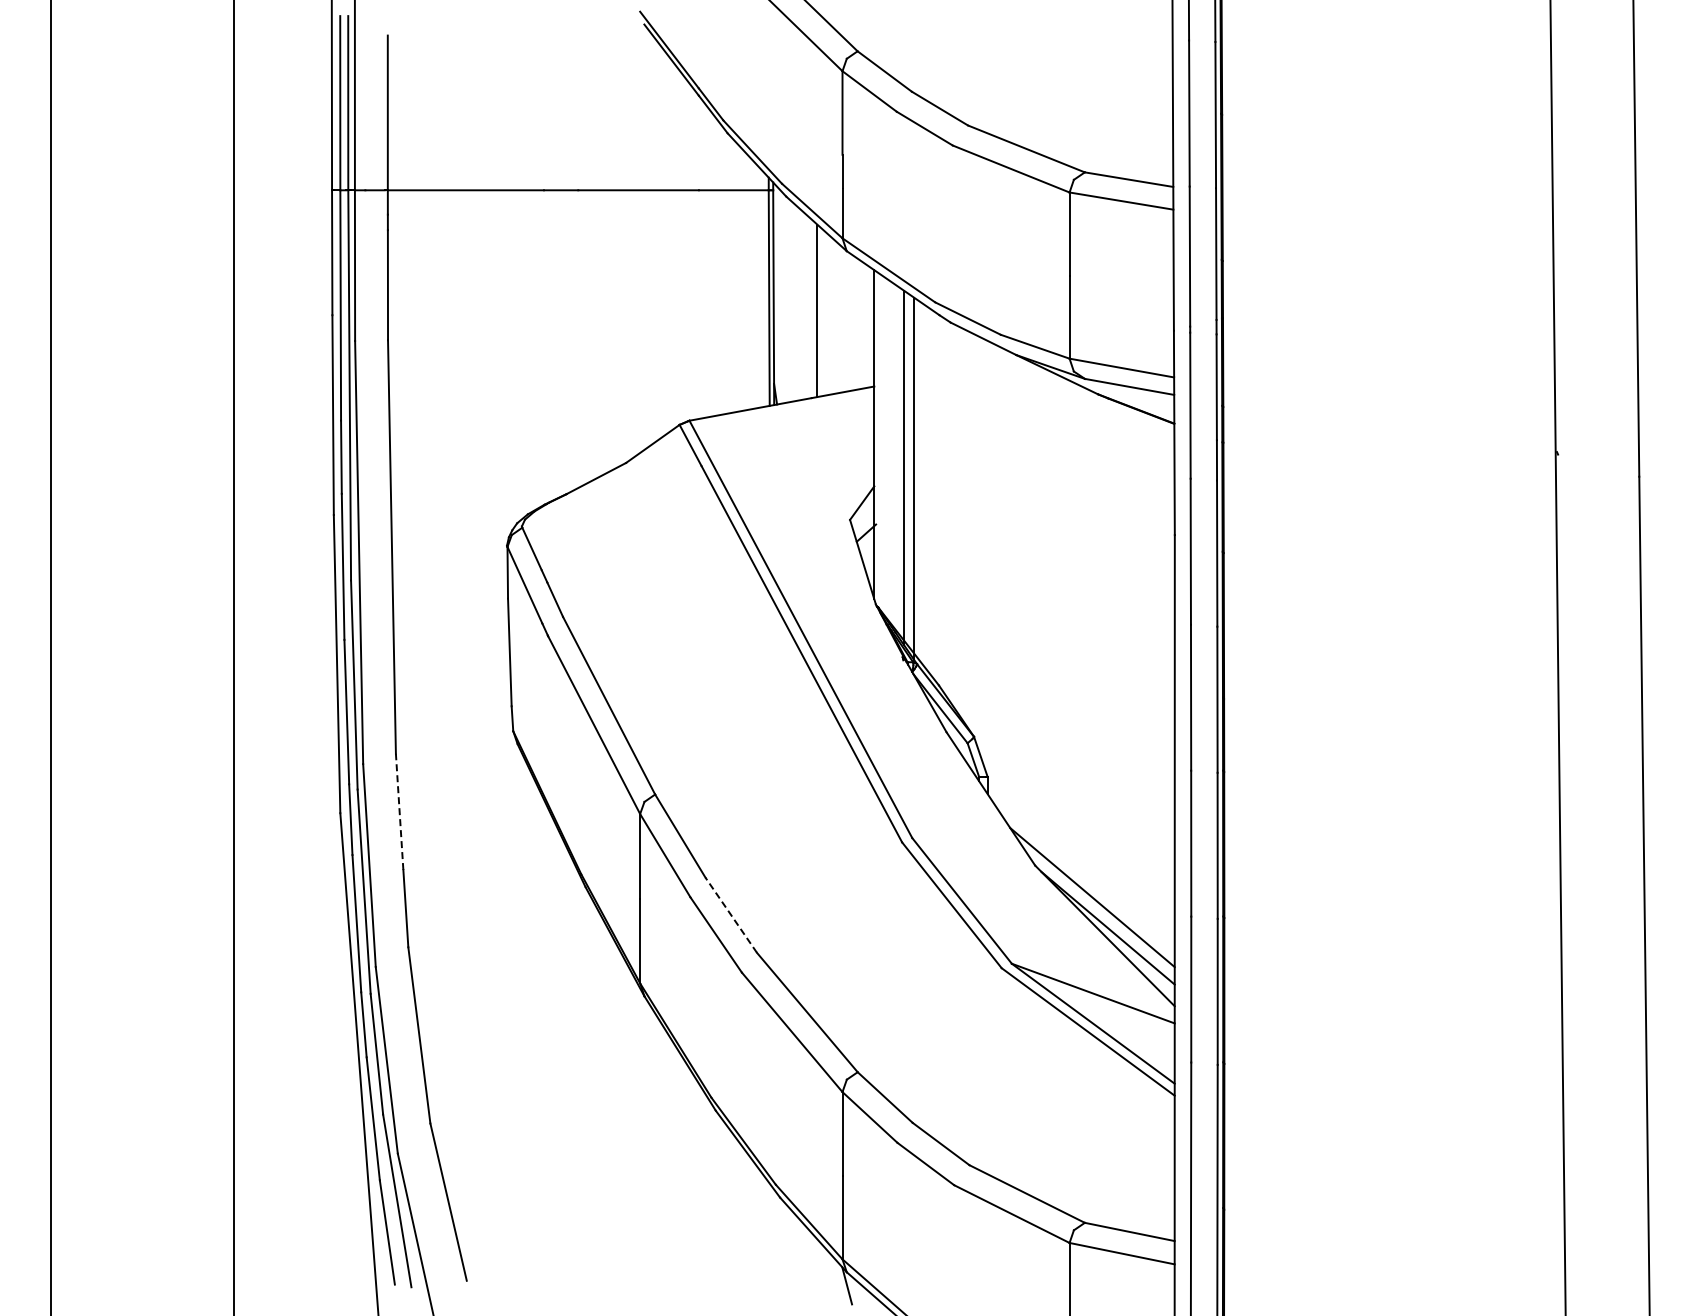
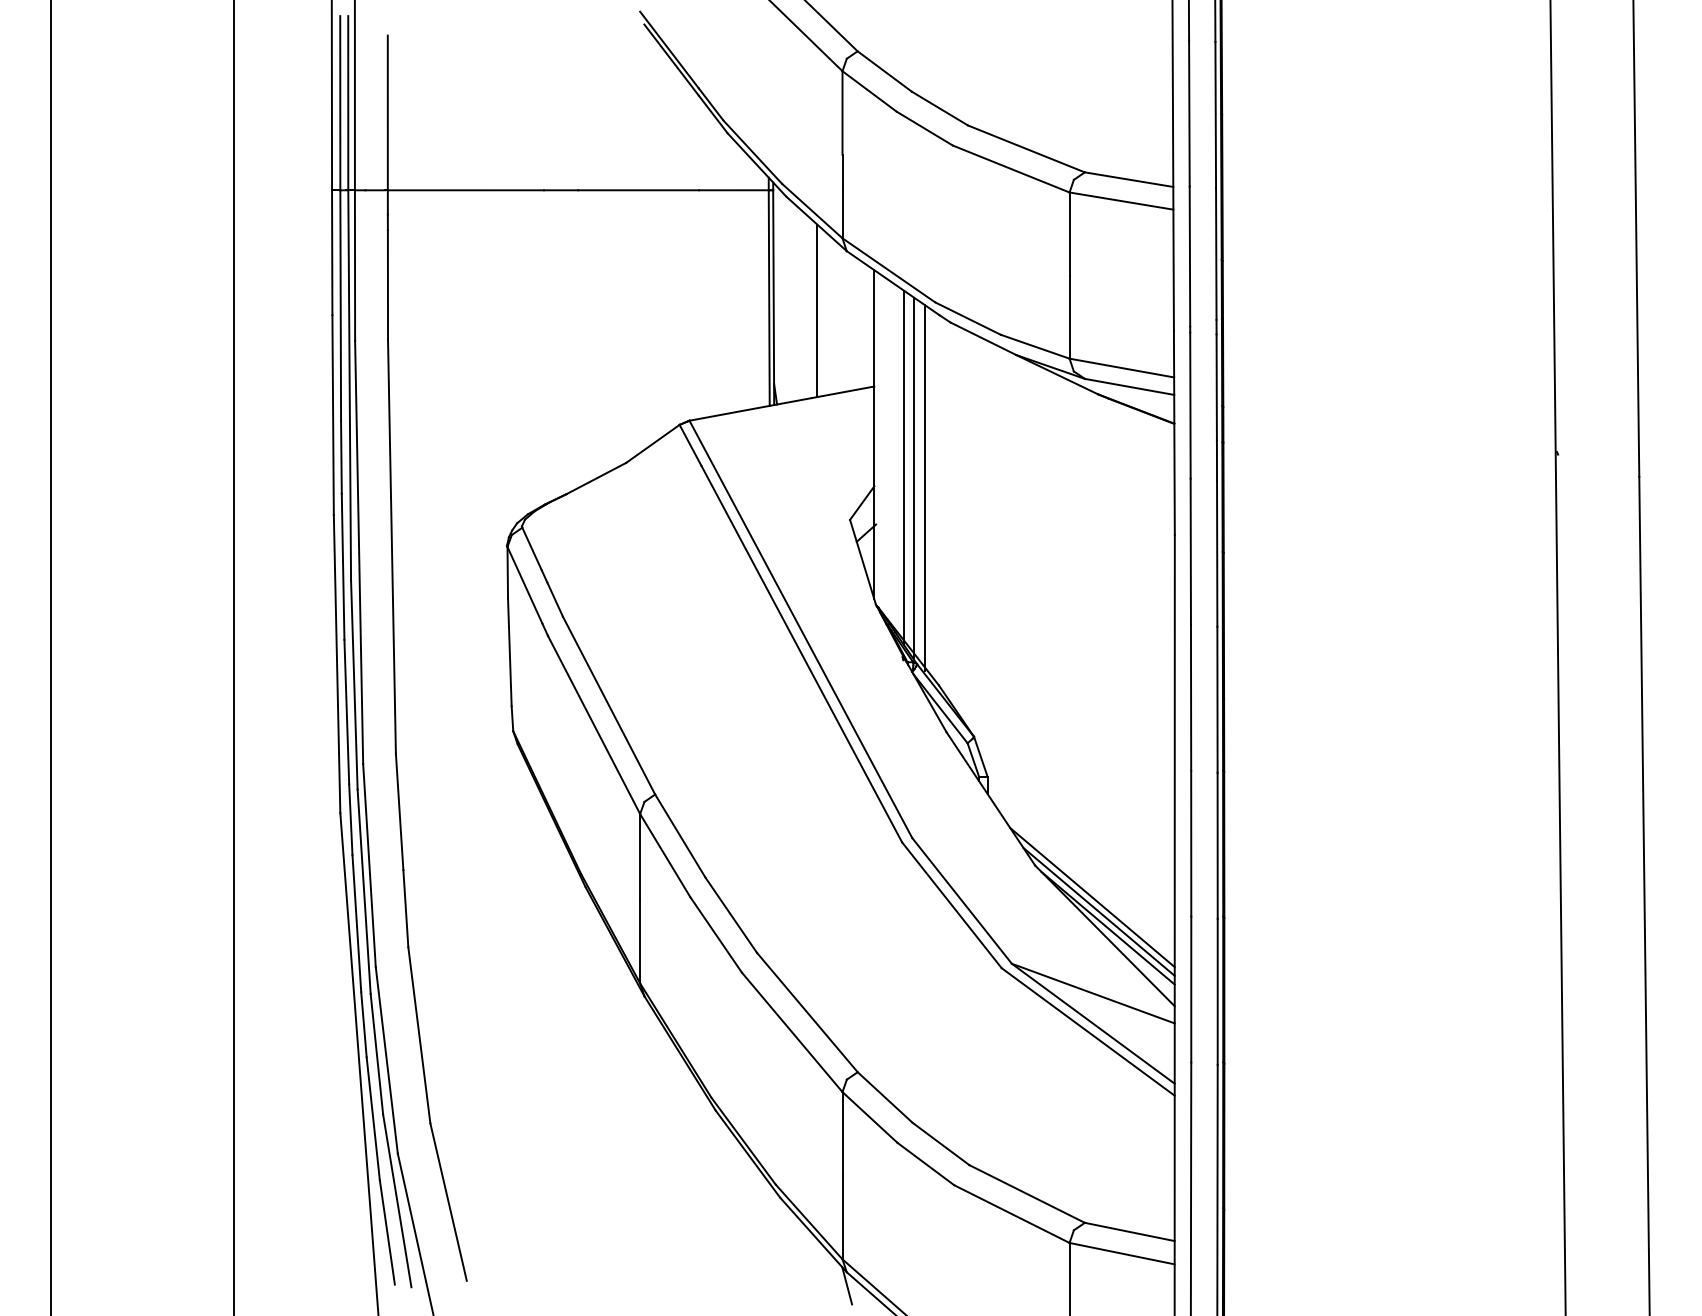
line at (924, 487): none -> present
line at (399, 811): dashed -> solid
line at (1098, 911): none -> present
line at (731, 915): dashed -> solid
